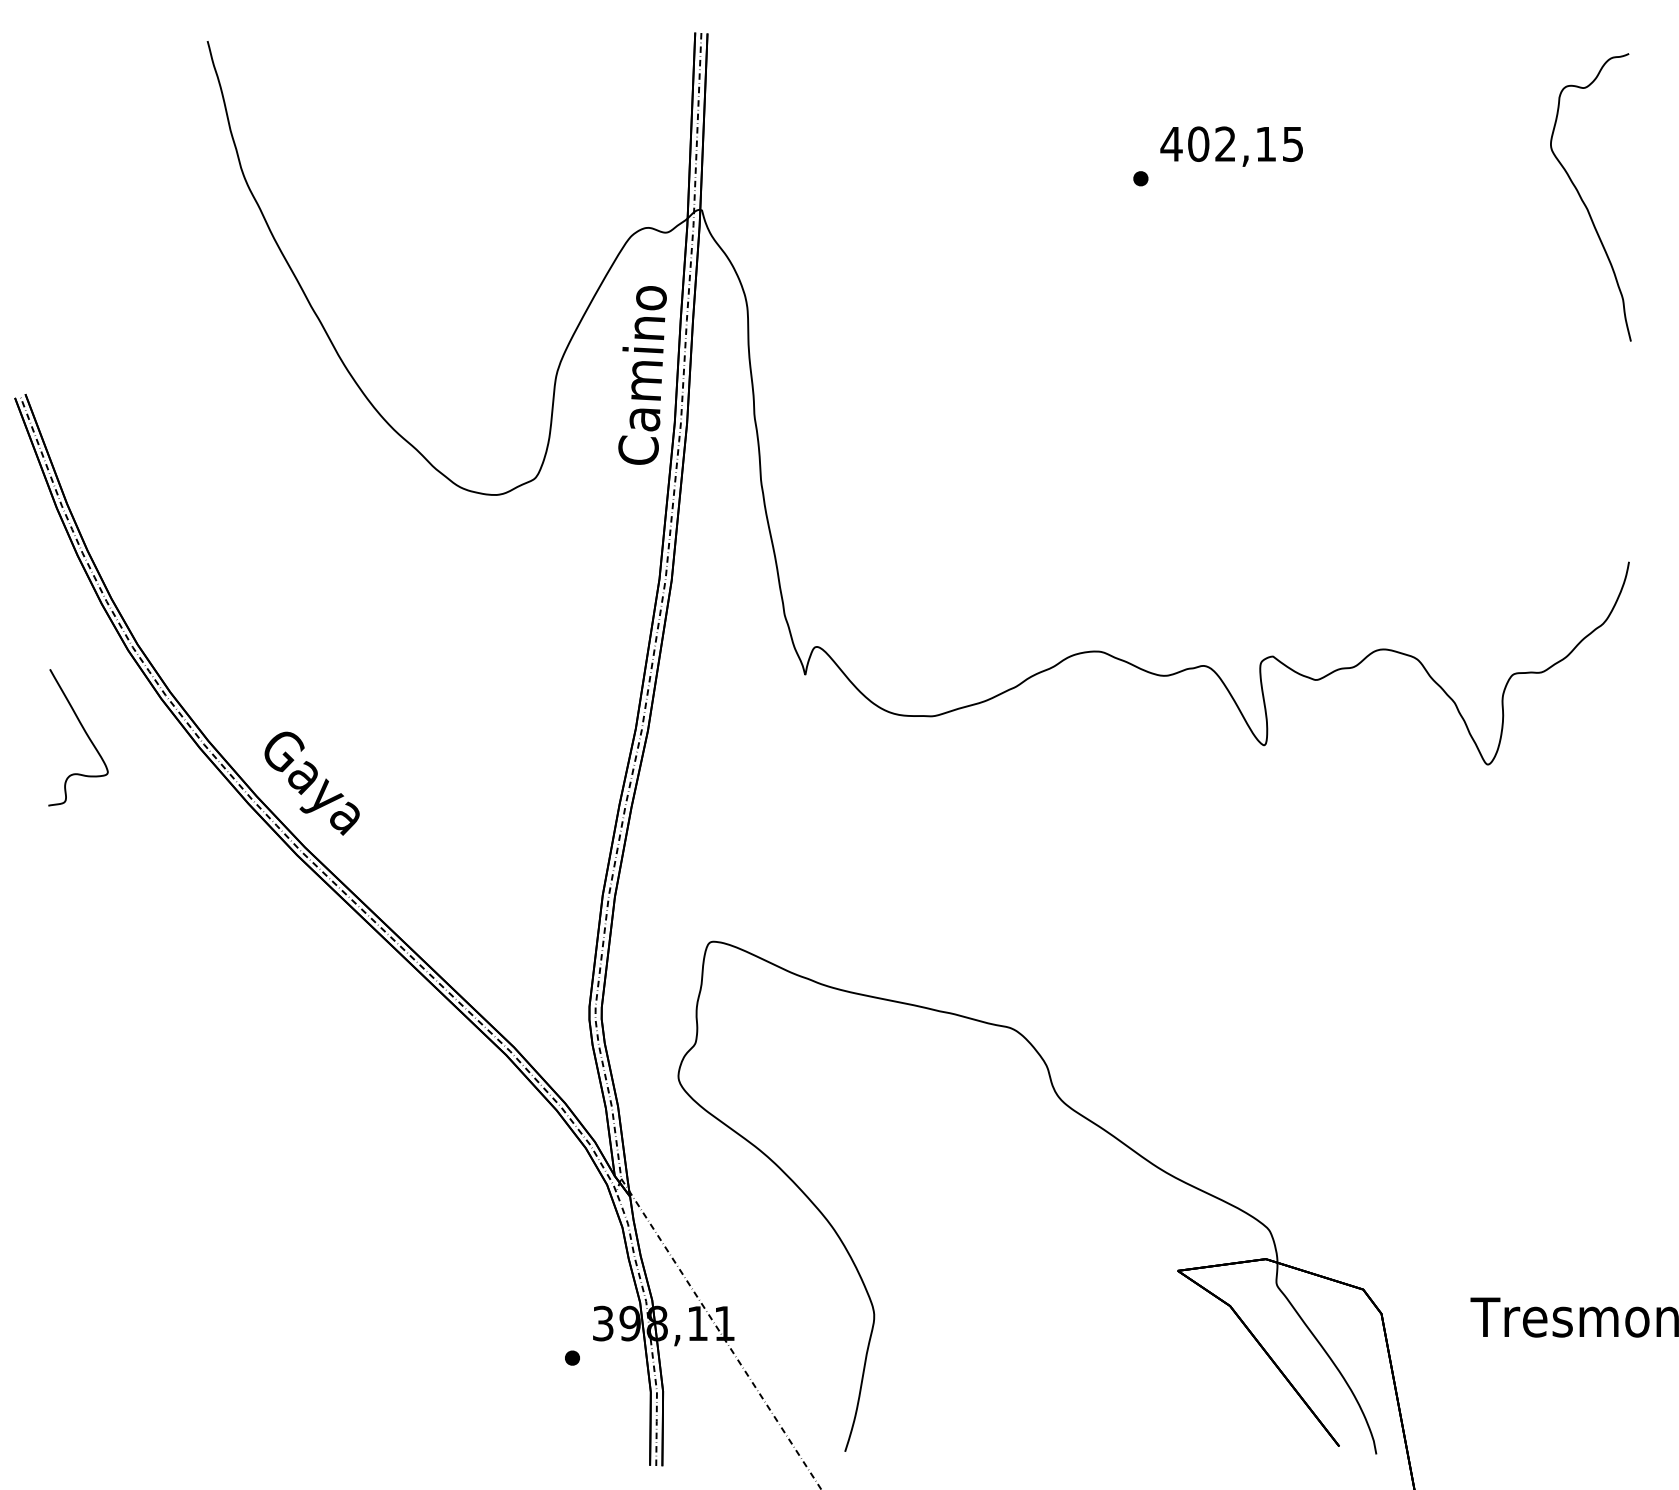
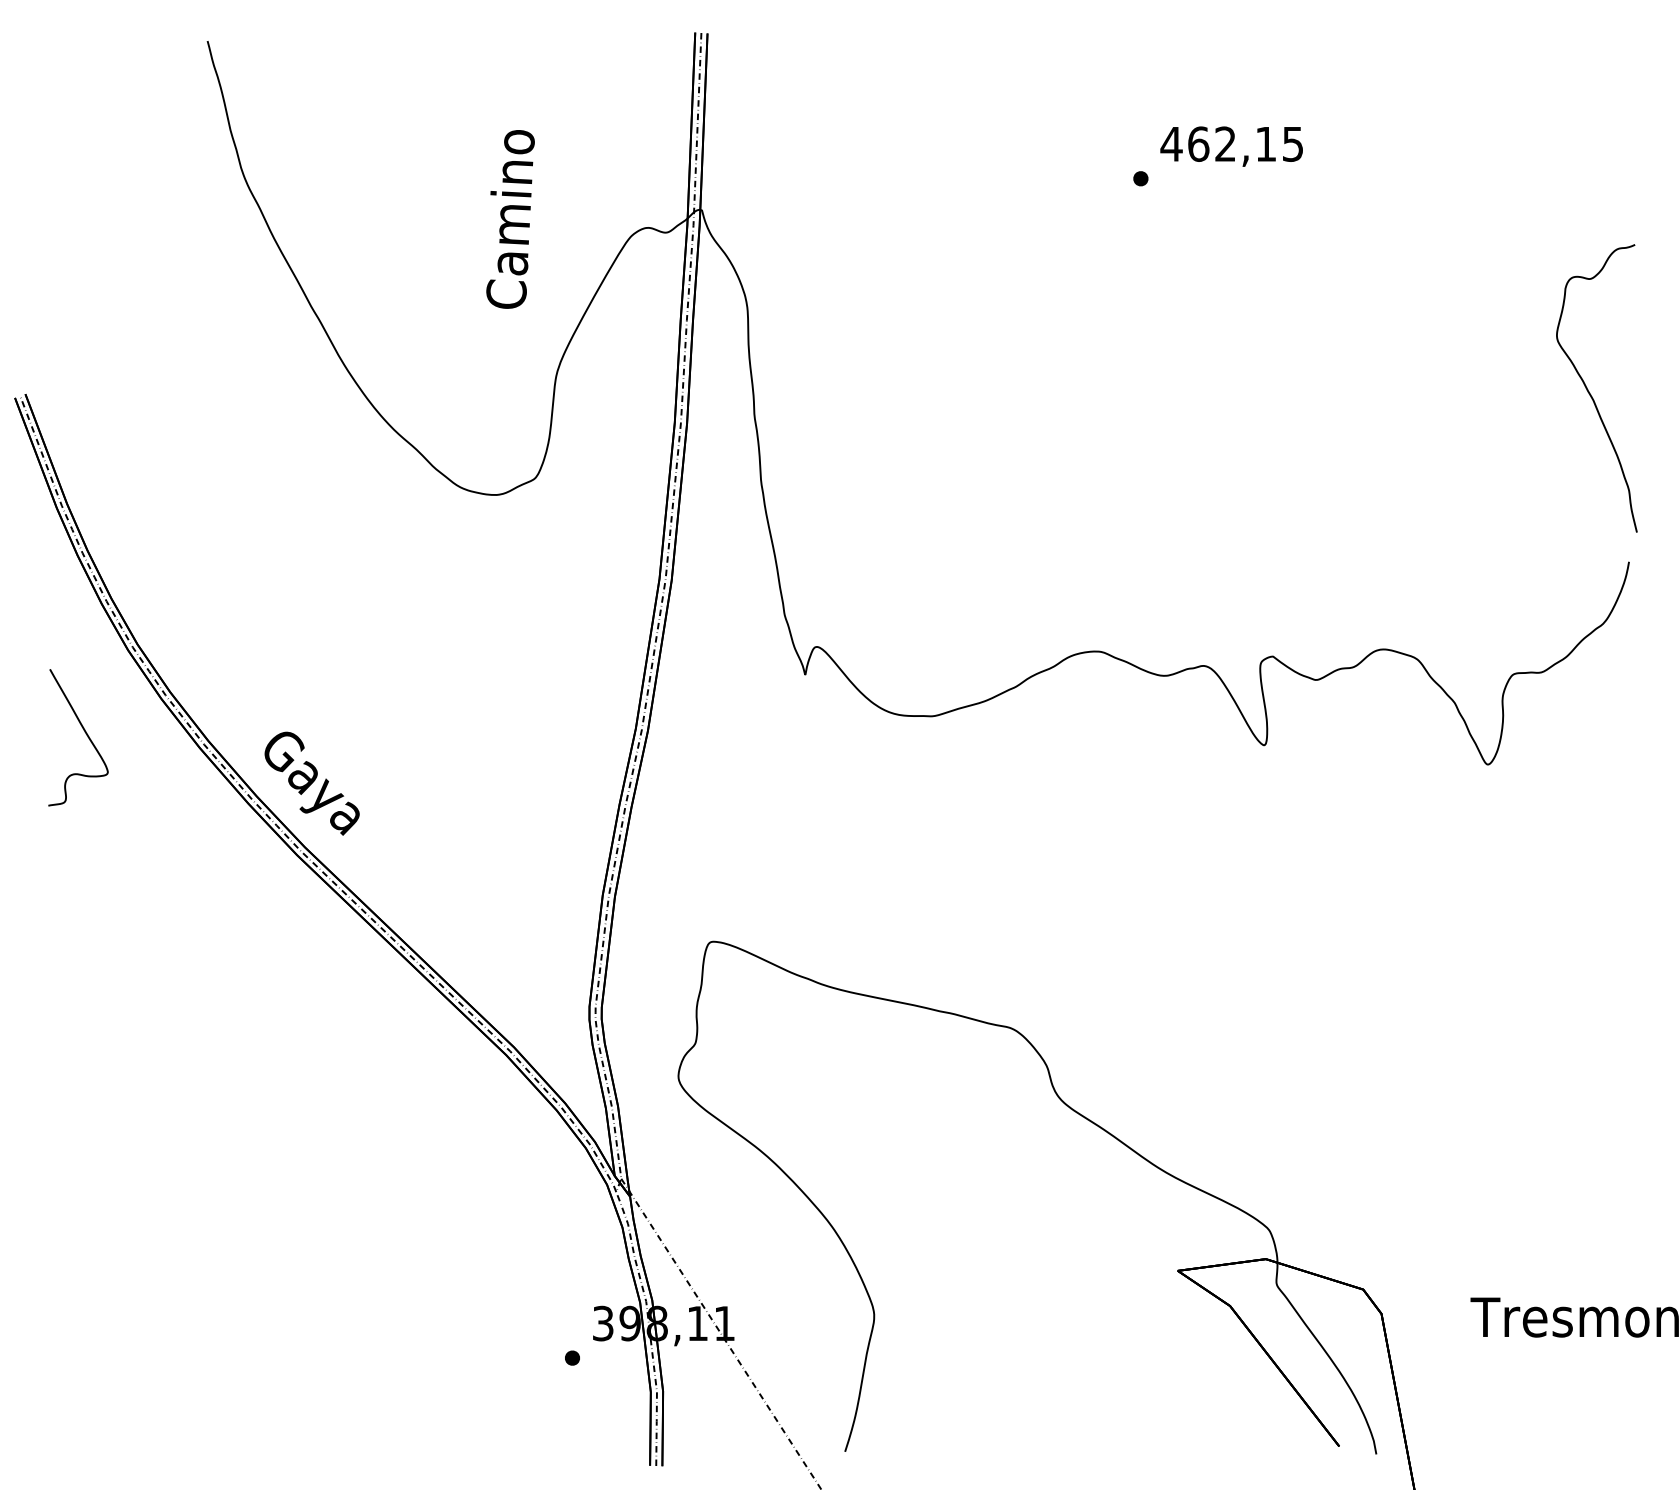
text at (1198, 143): 402,15 -> 462,15
curve at (1583, 200) position: (1583, 200) -> (1589, 391)
text at (642, 375) position: (642, 375) -> (510, 219)
